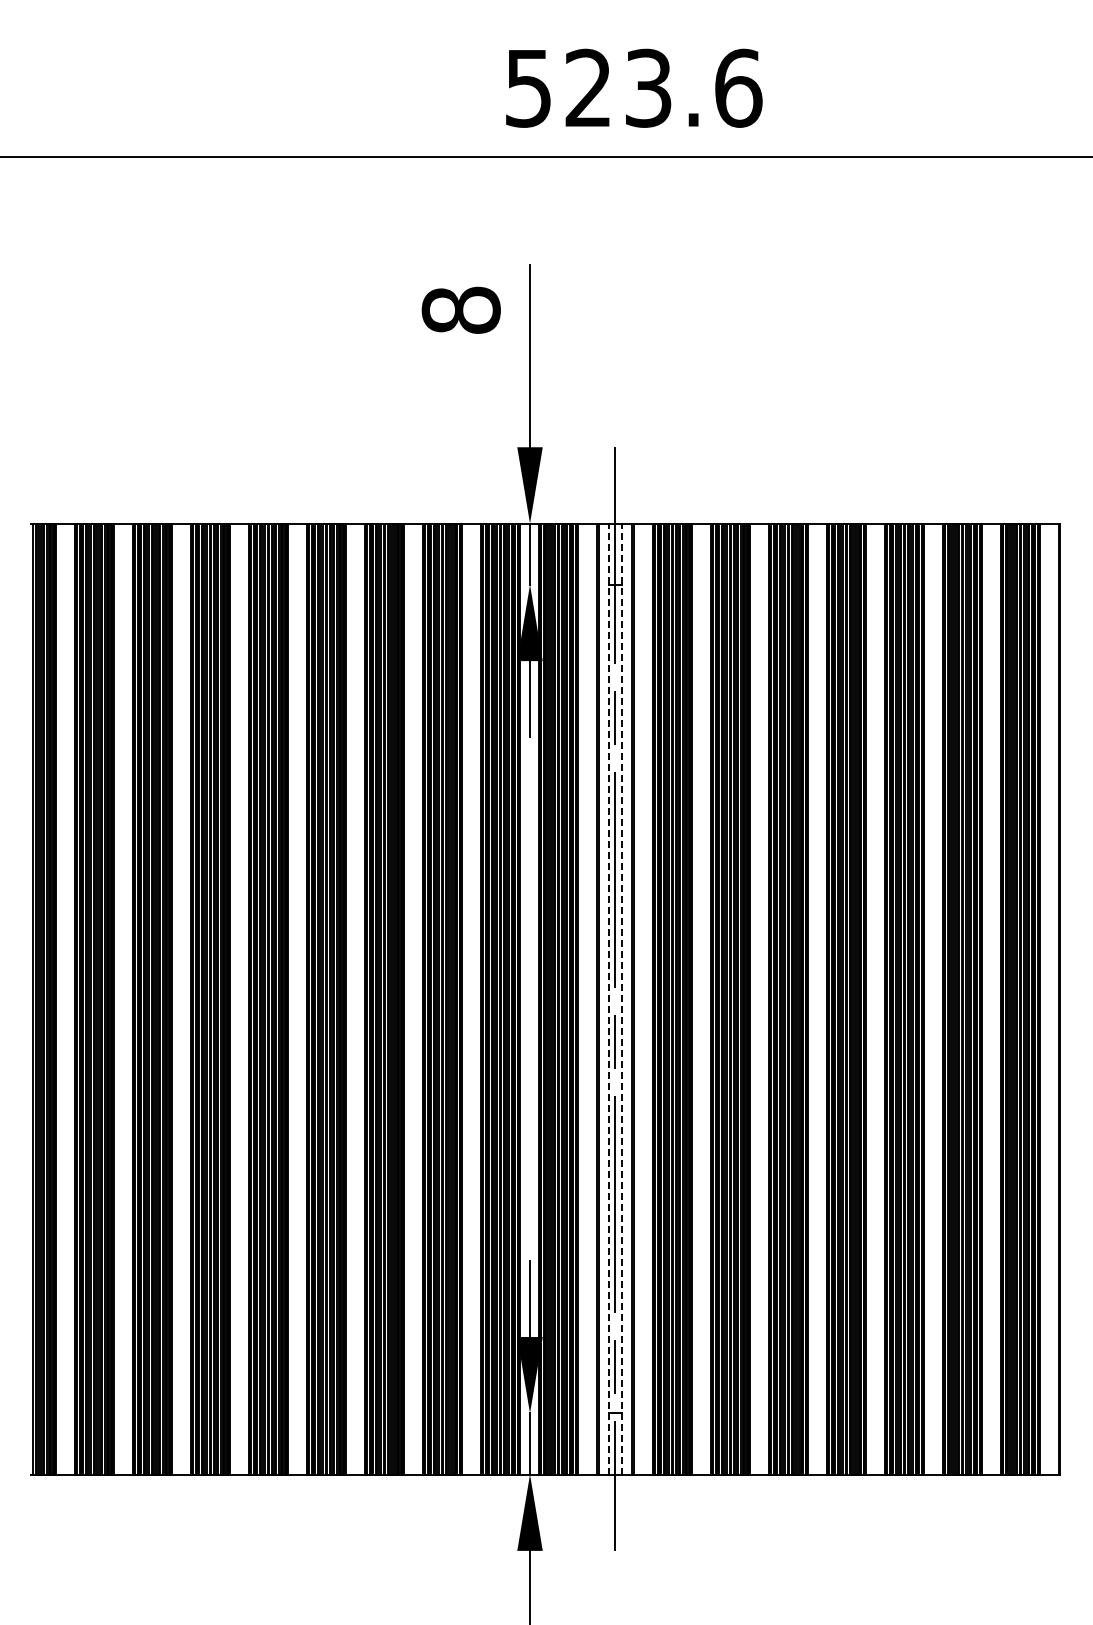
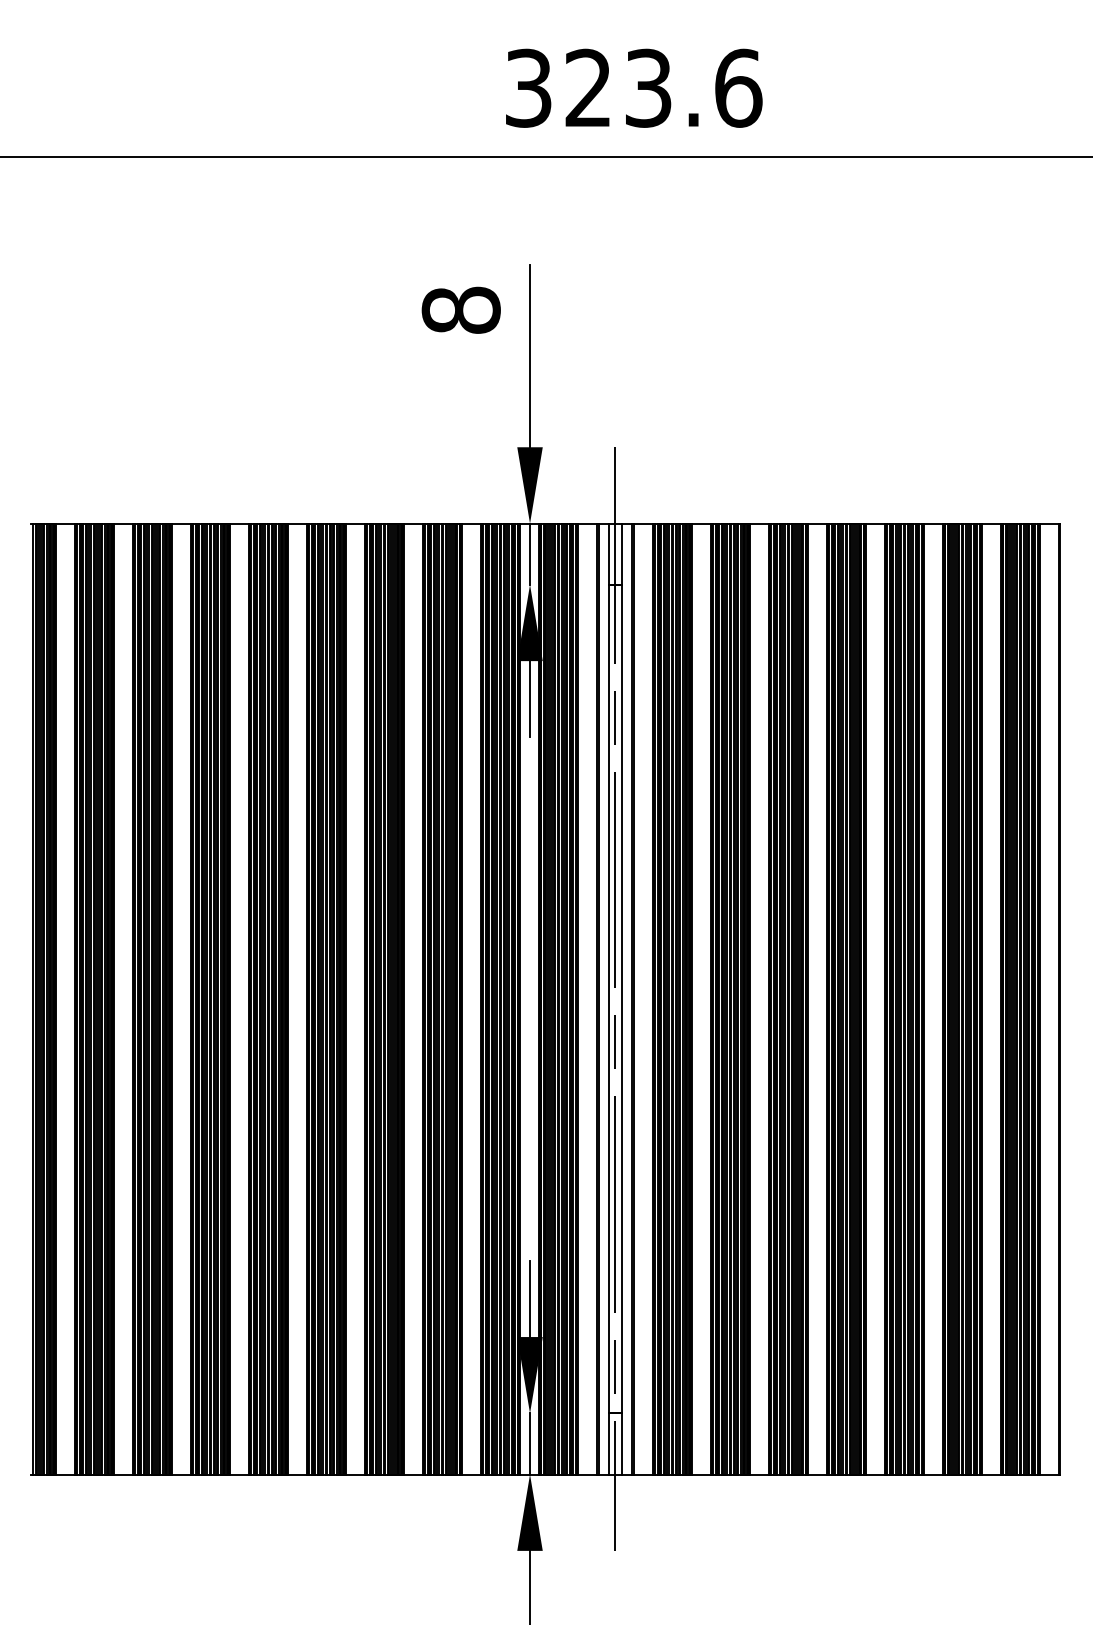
text at (528, 87): 523.6 -> 323.6
line at (608, 998): dashed -> solid
line at (621, 998): dashed -> solid
